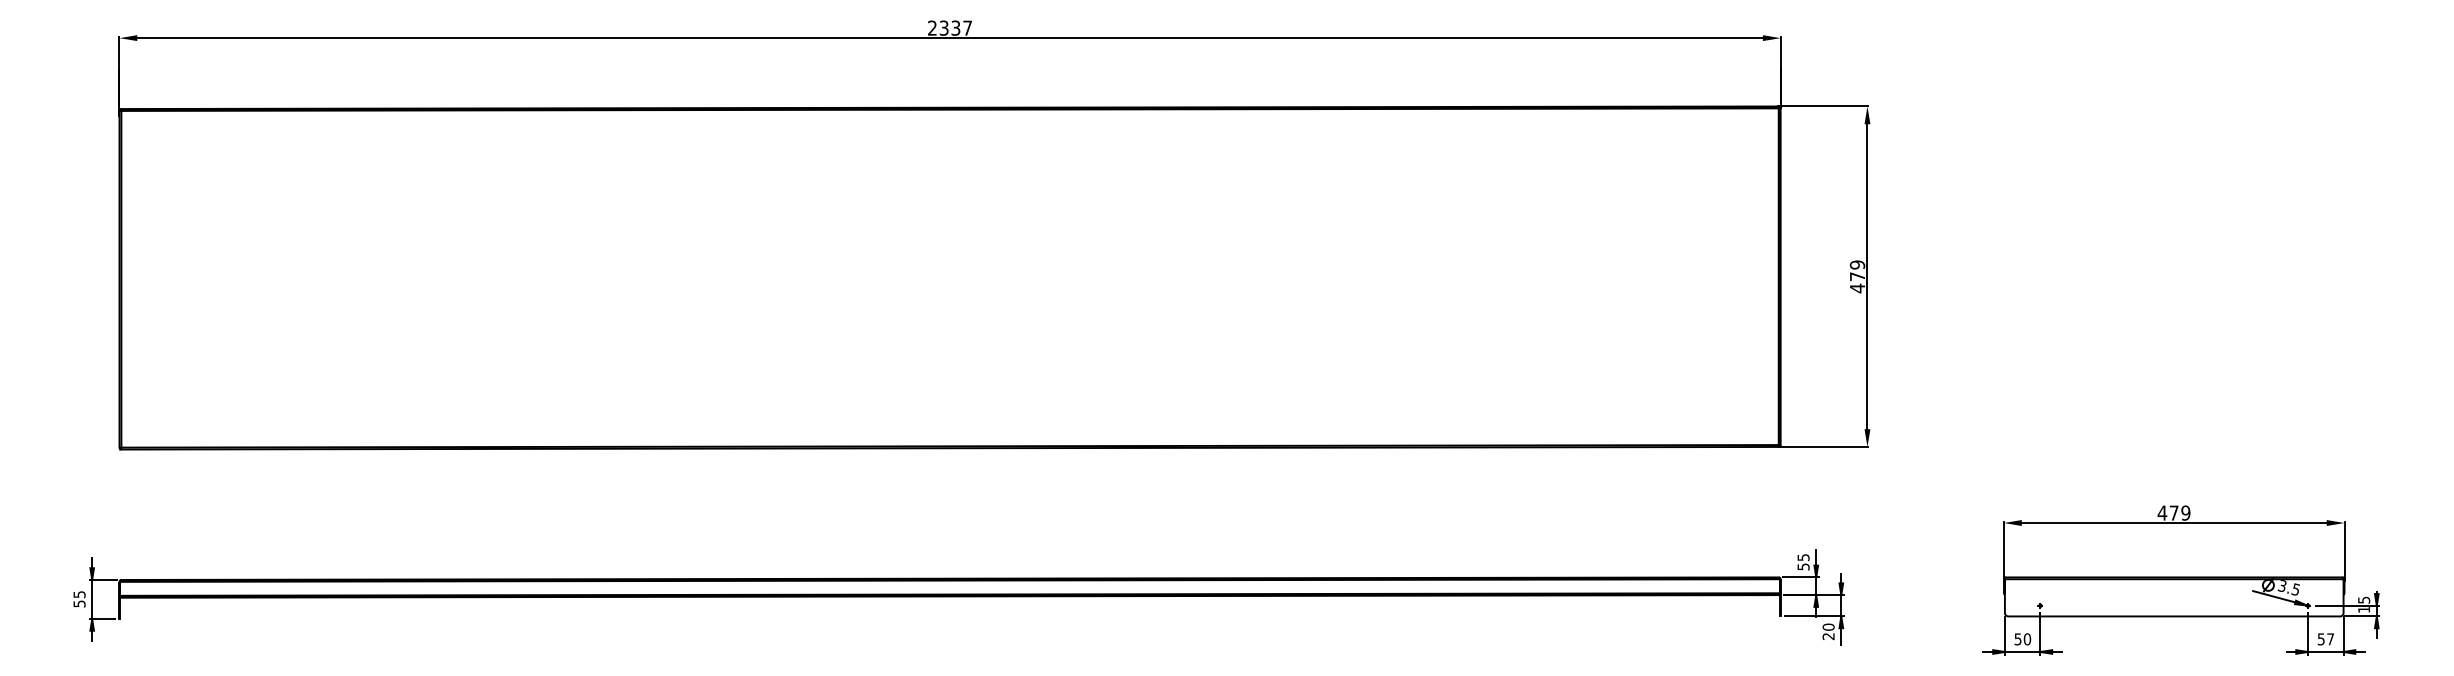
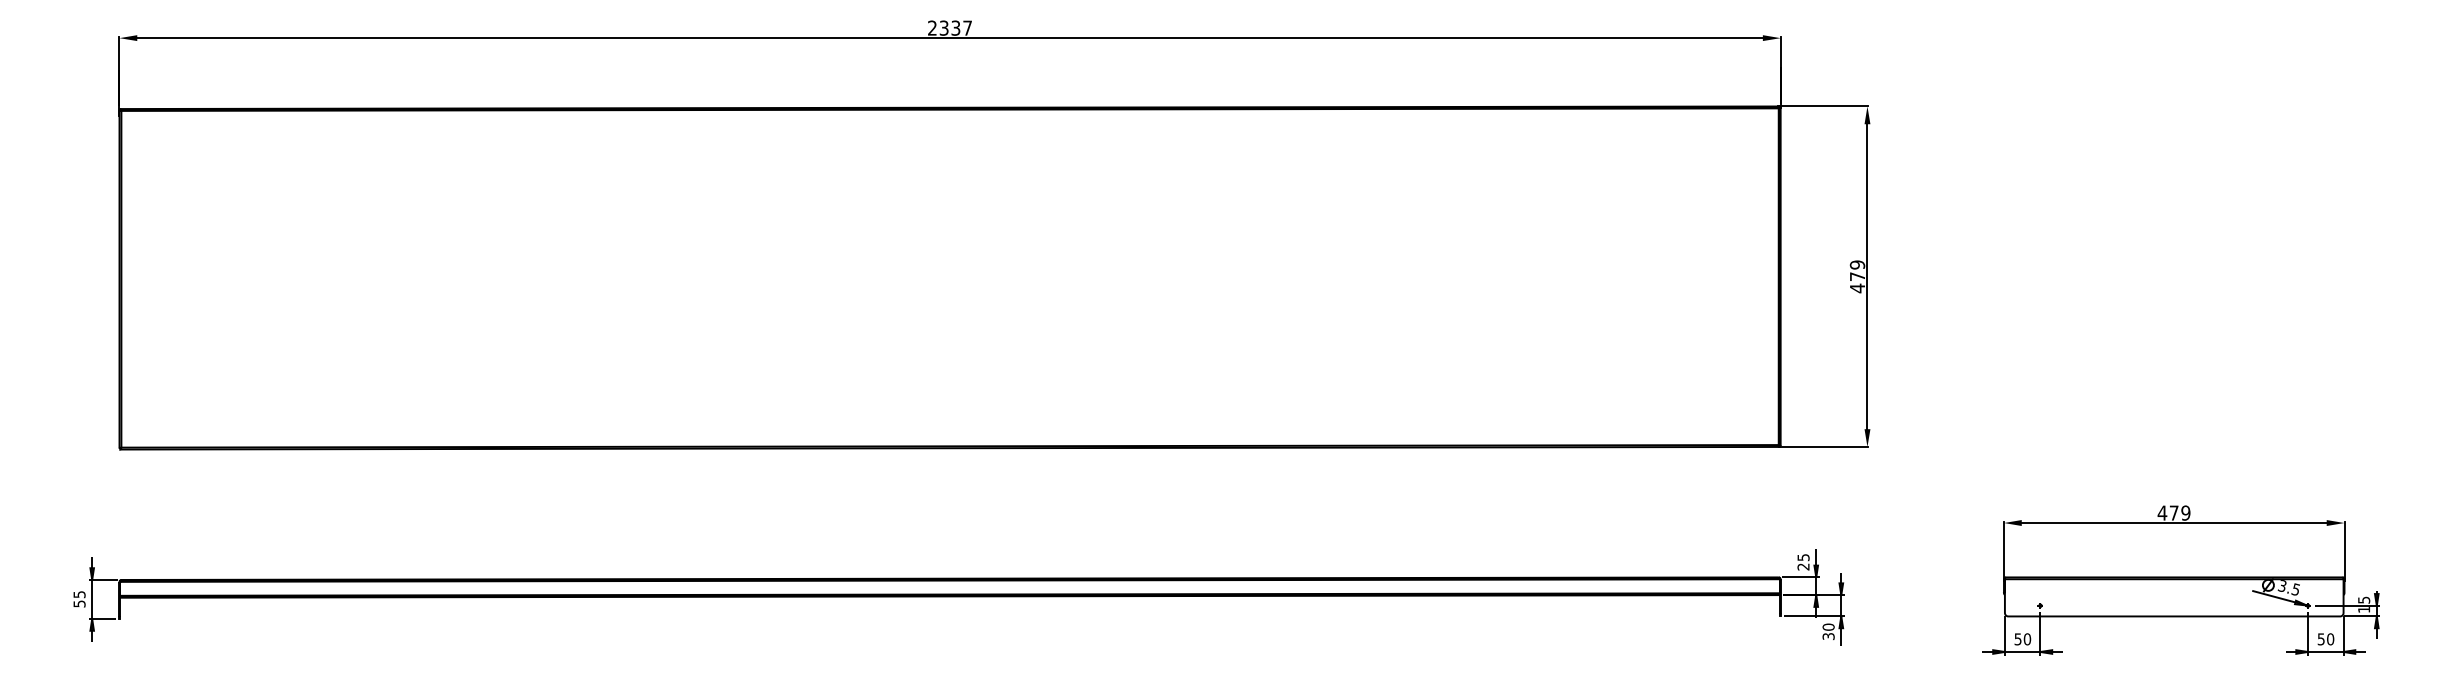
text at (1803, 566): 55 -> 25
text at (1828, 636): 20 -> 30
text at (2330, 639): 57 -> 50
